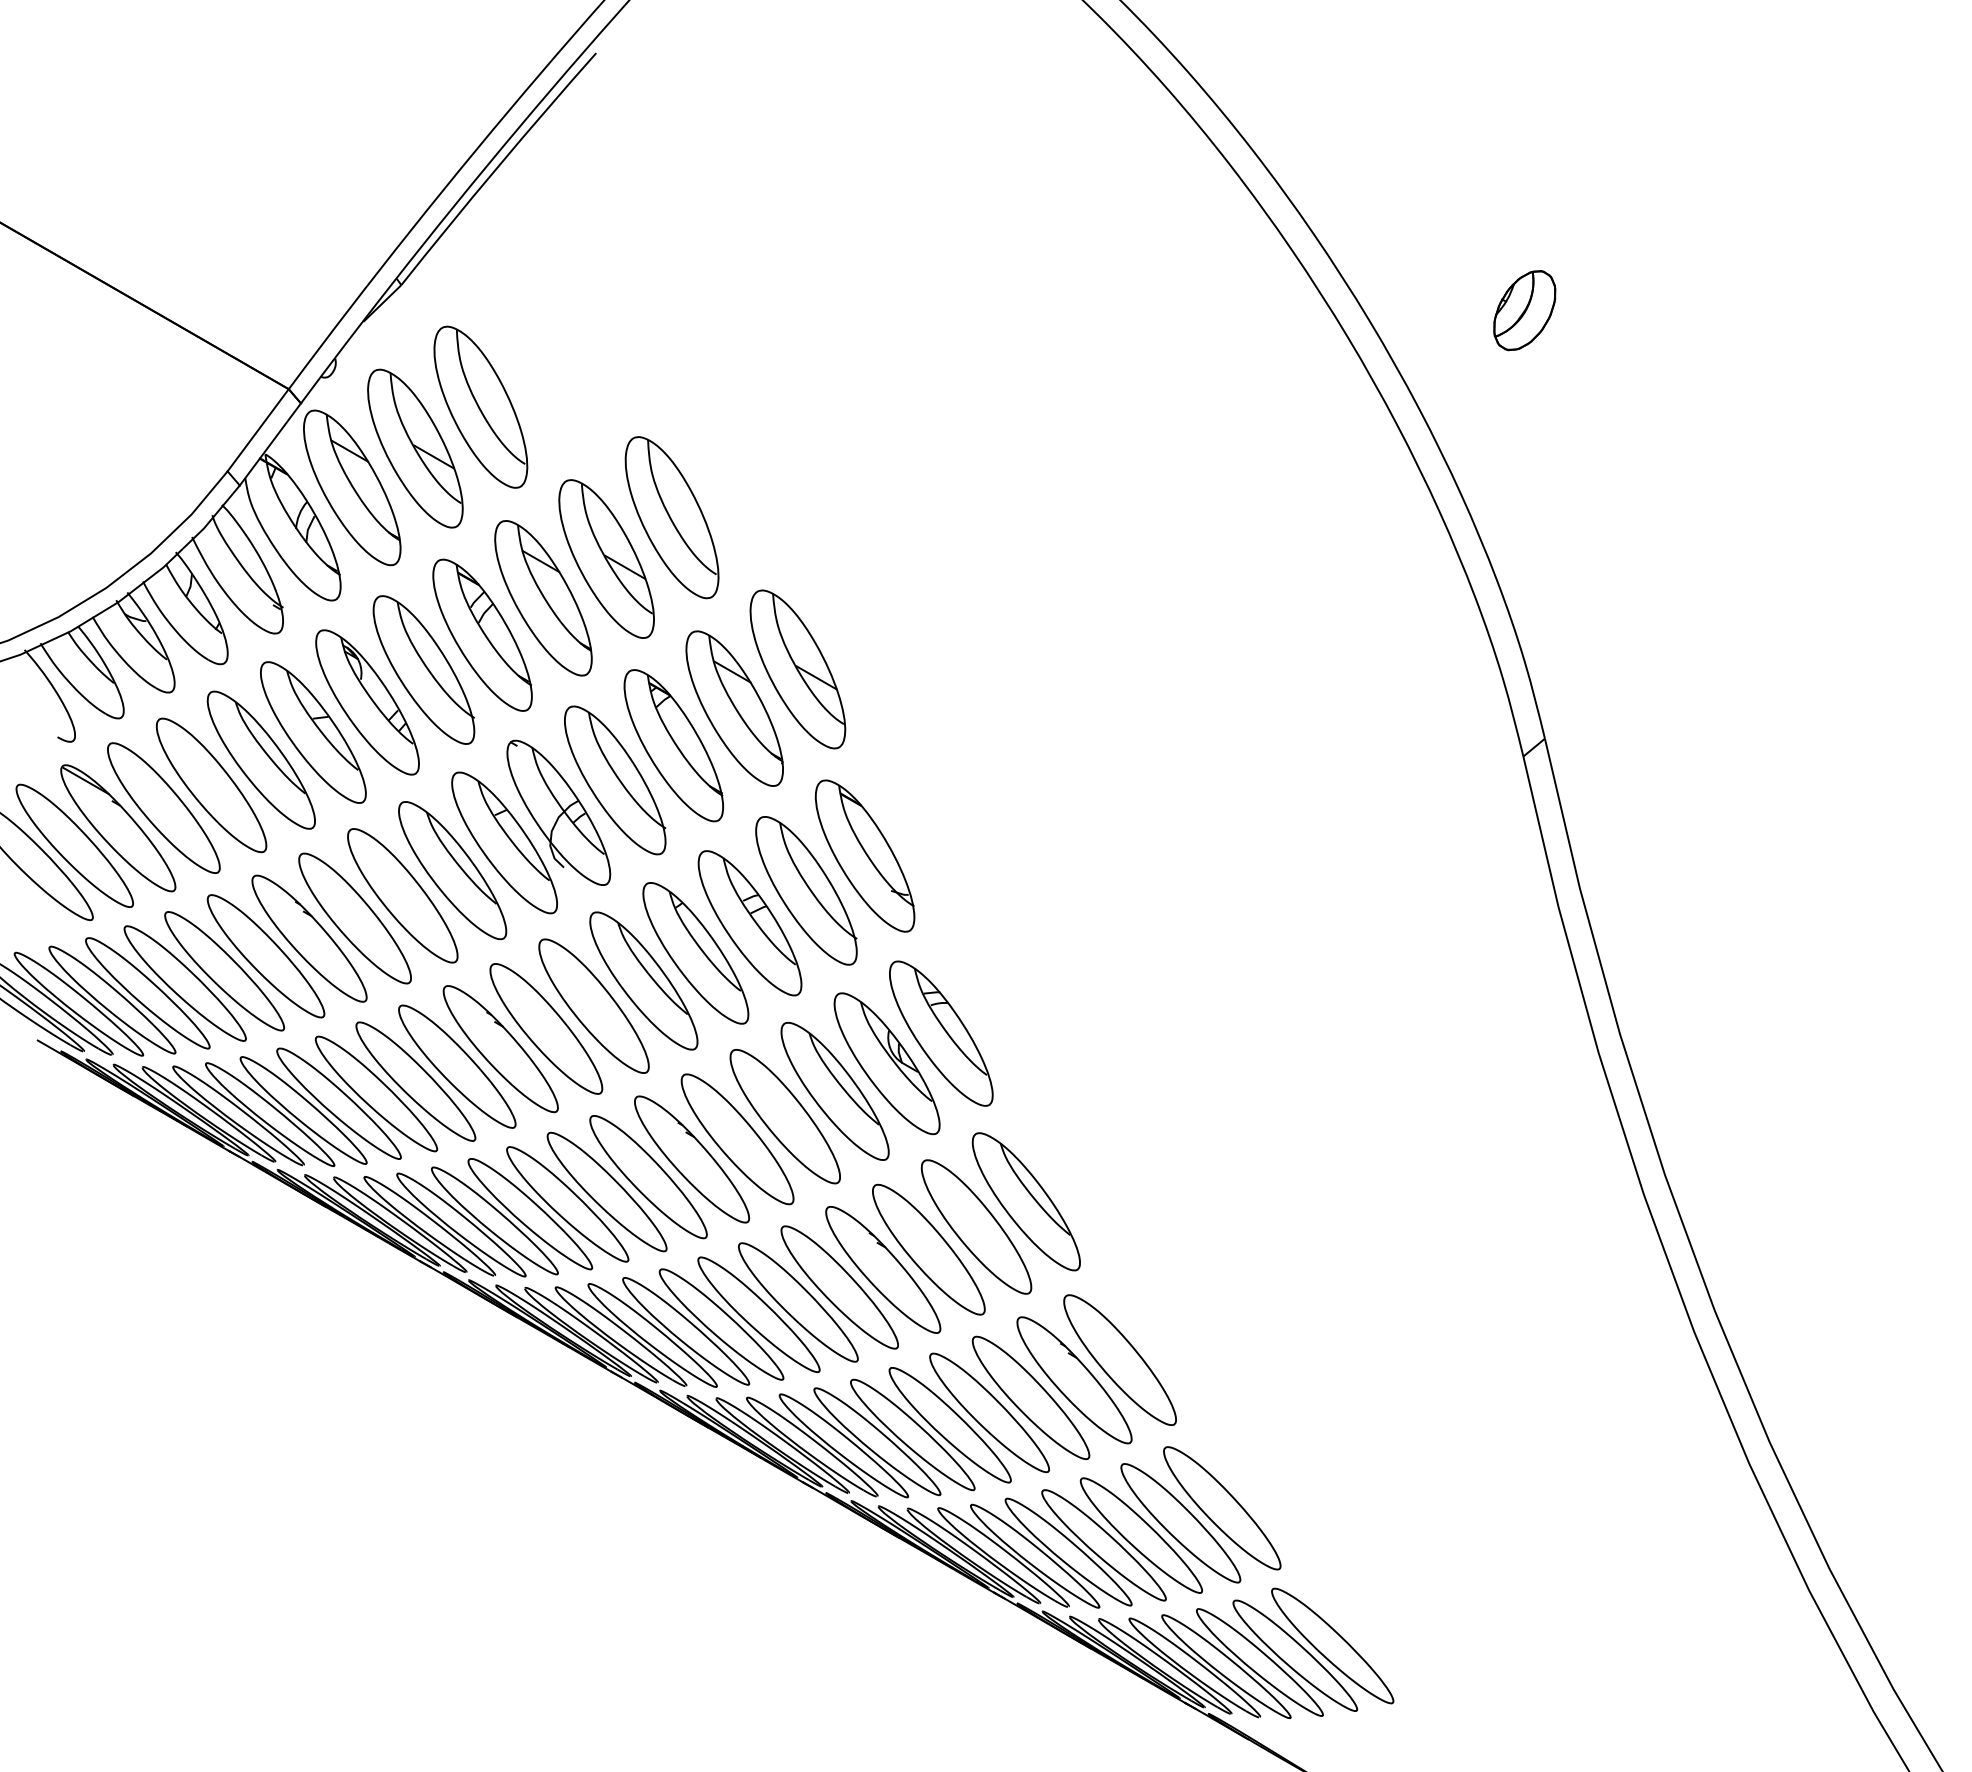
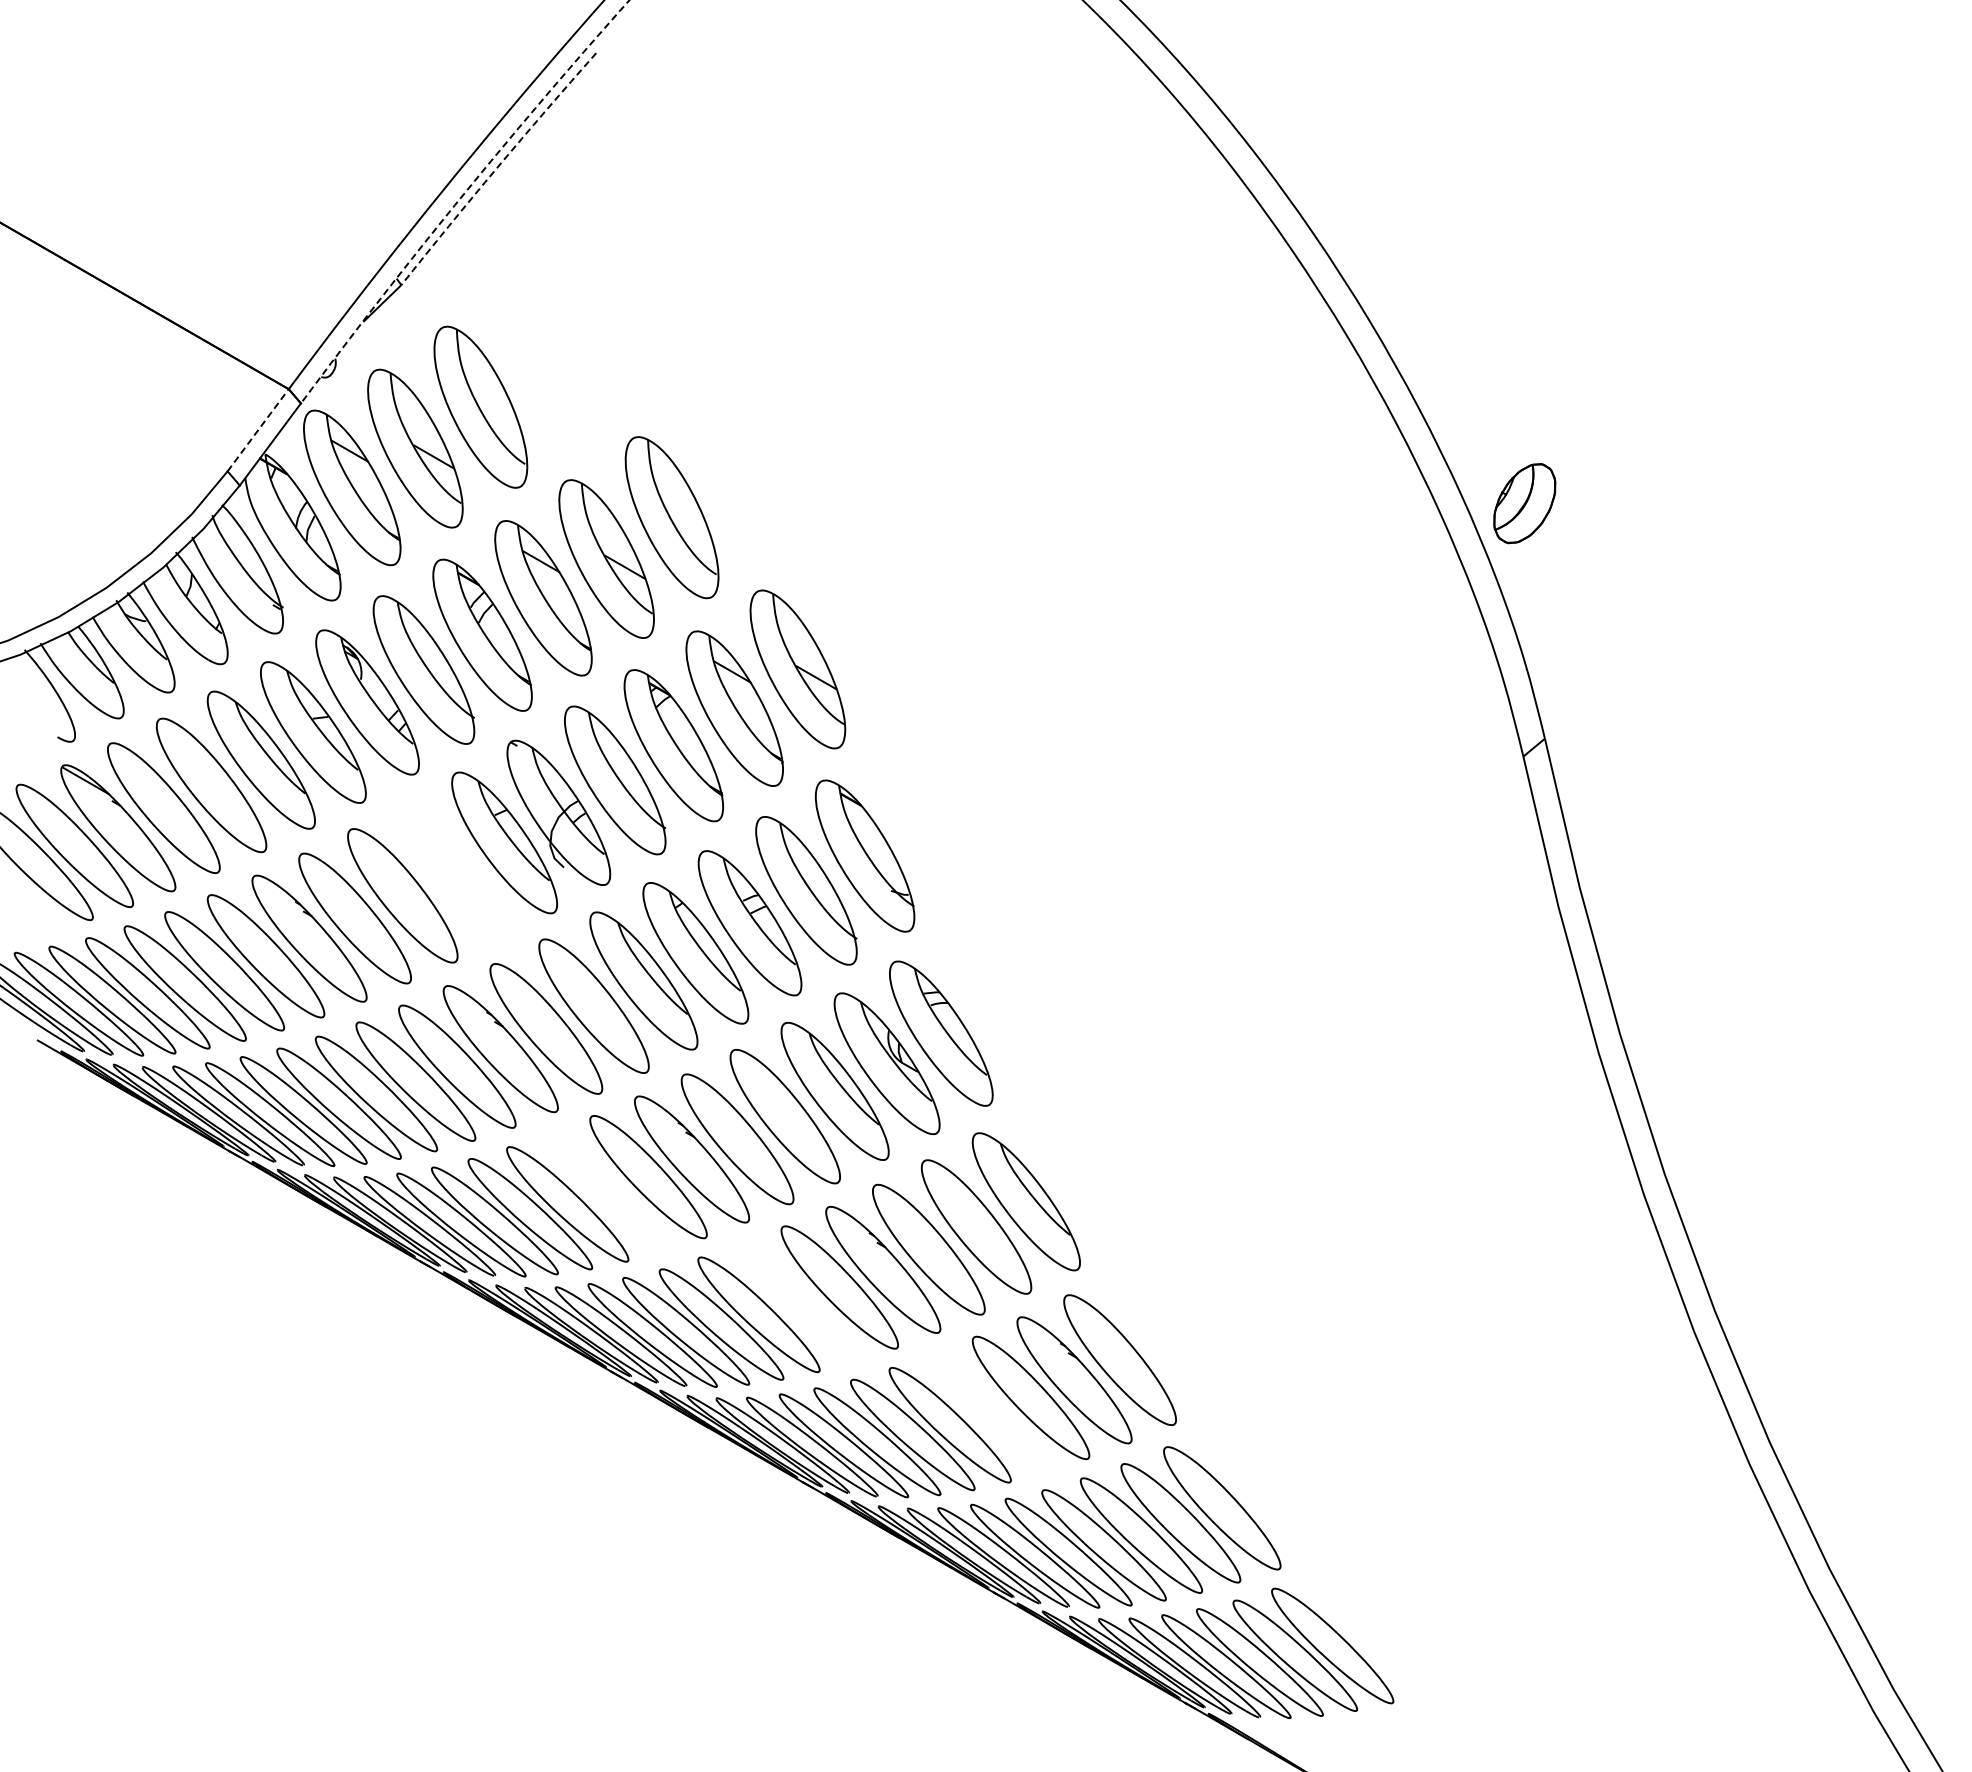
arc at (497, 167): solid -> dashed
arc at (460, 198): solid -> dashed
part at (1524, 310) position: (1524, 310) -> (1524, 503)
line at (258, 429): solid -> dashed
part at (452, 870): present -> none
part at (606, 1191): present -> none
part at (798, 1302): present -> none
part at (989, 1412): present -> none
